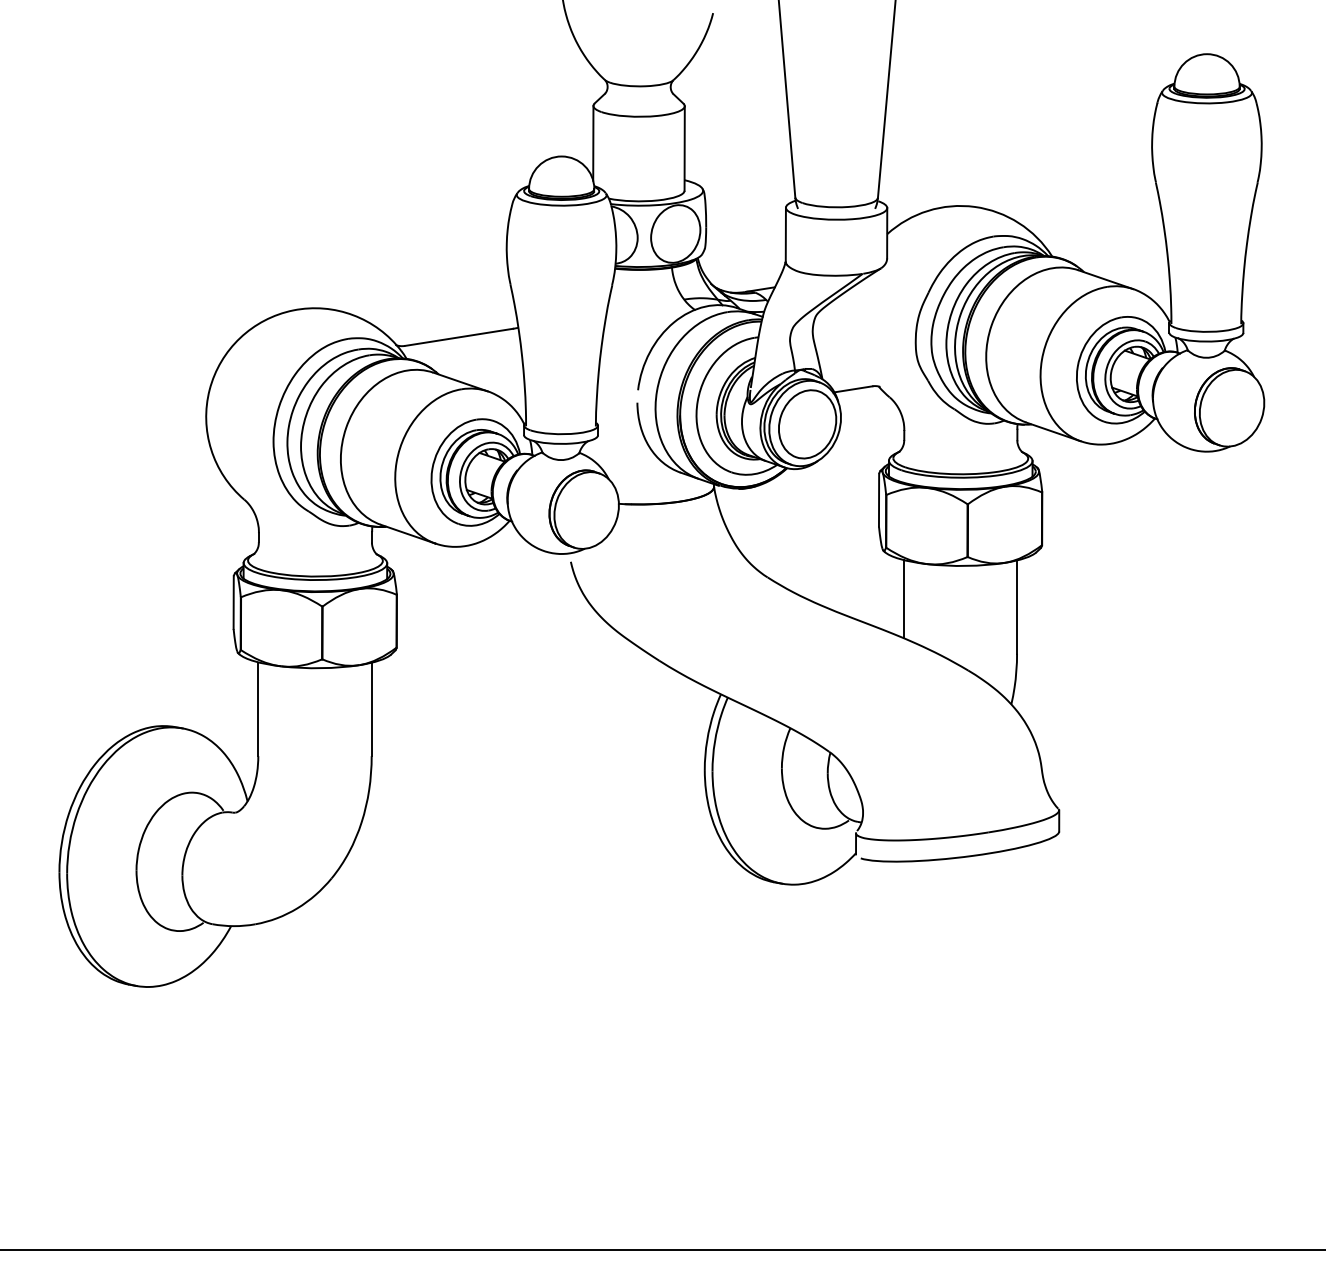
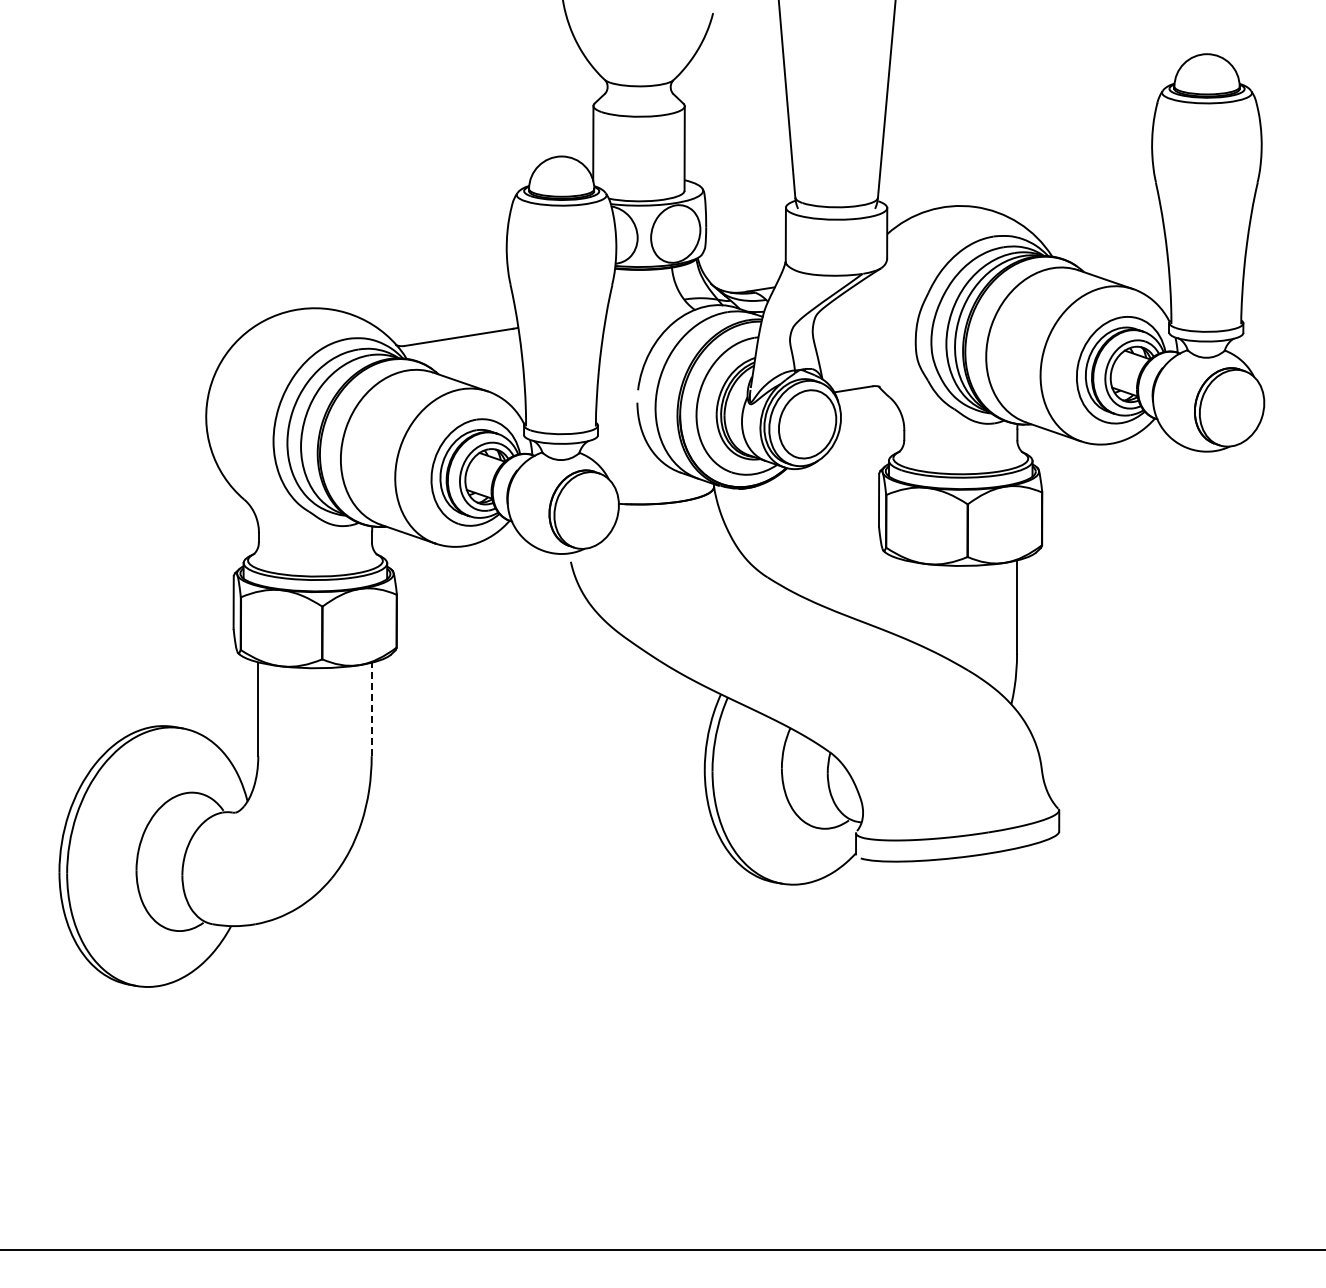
line at (903, 599): present -> none
line at (371, 709): solid -> dashed
